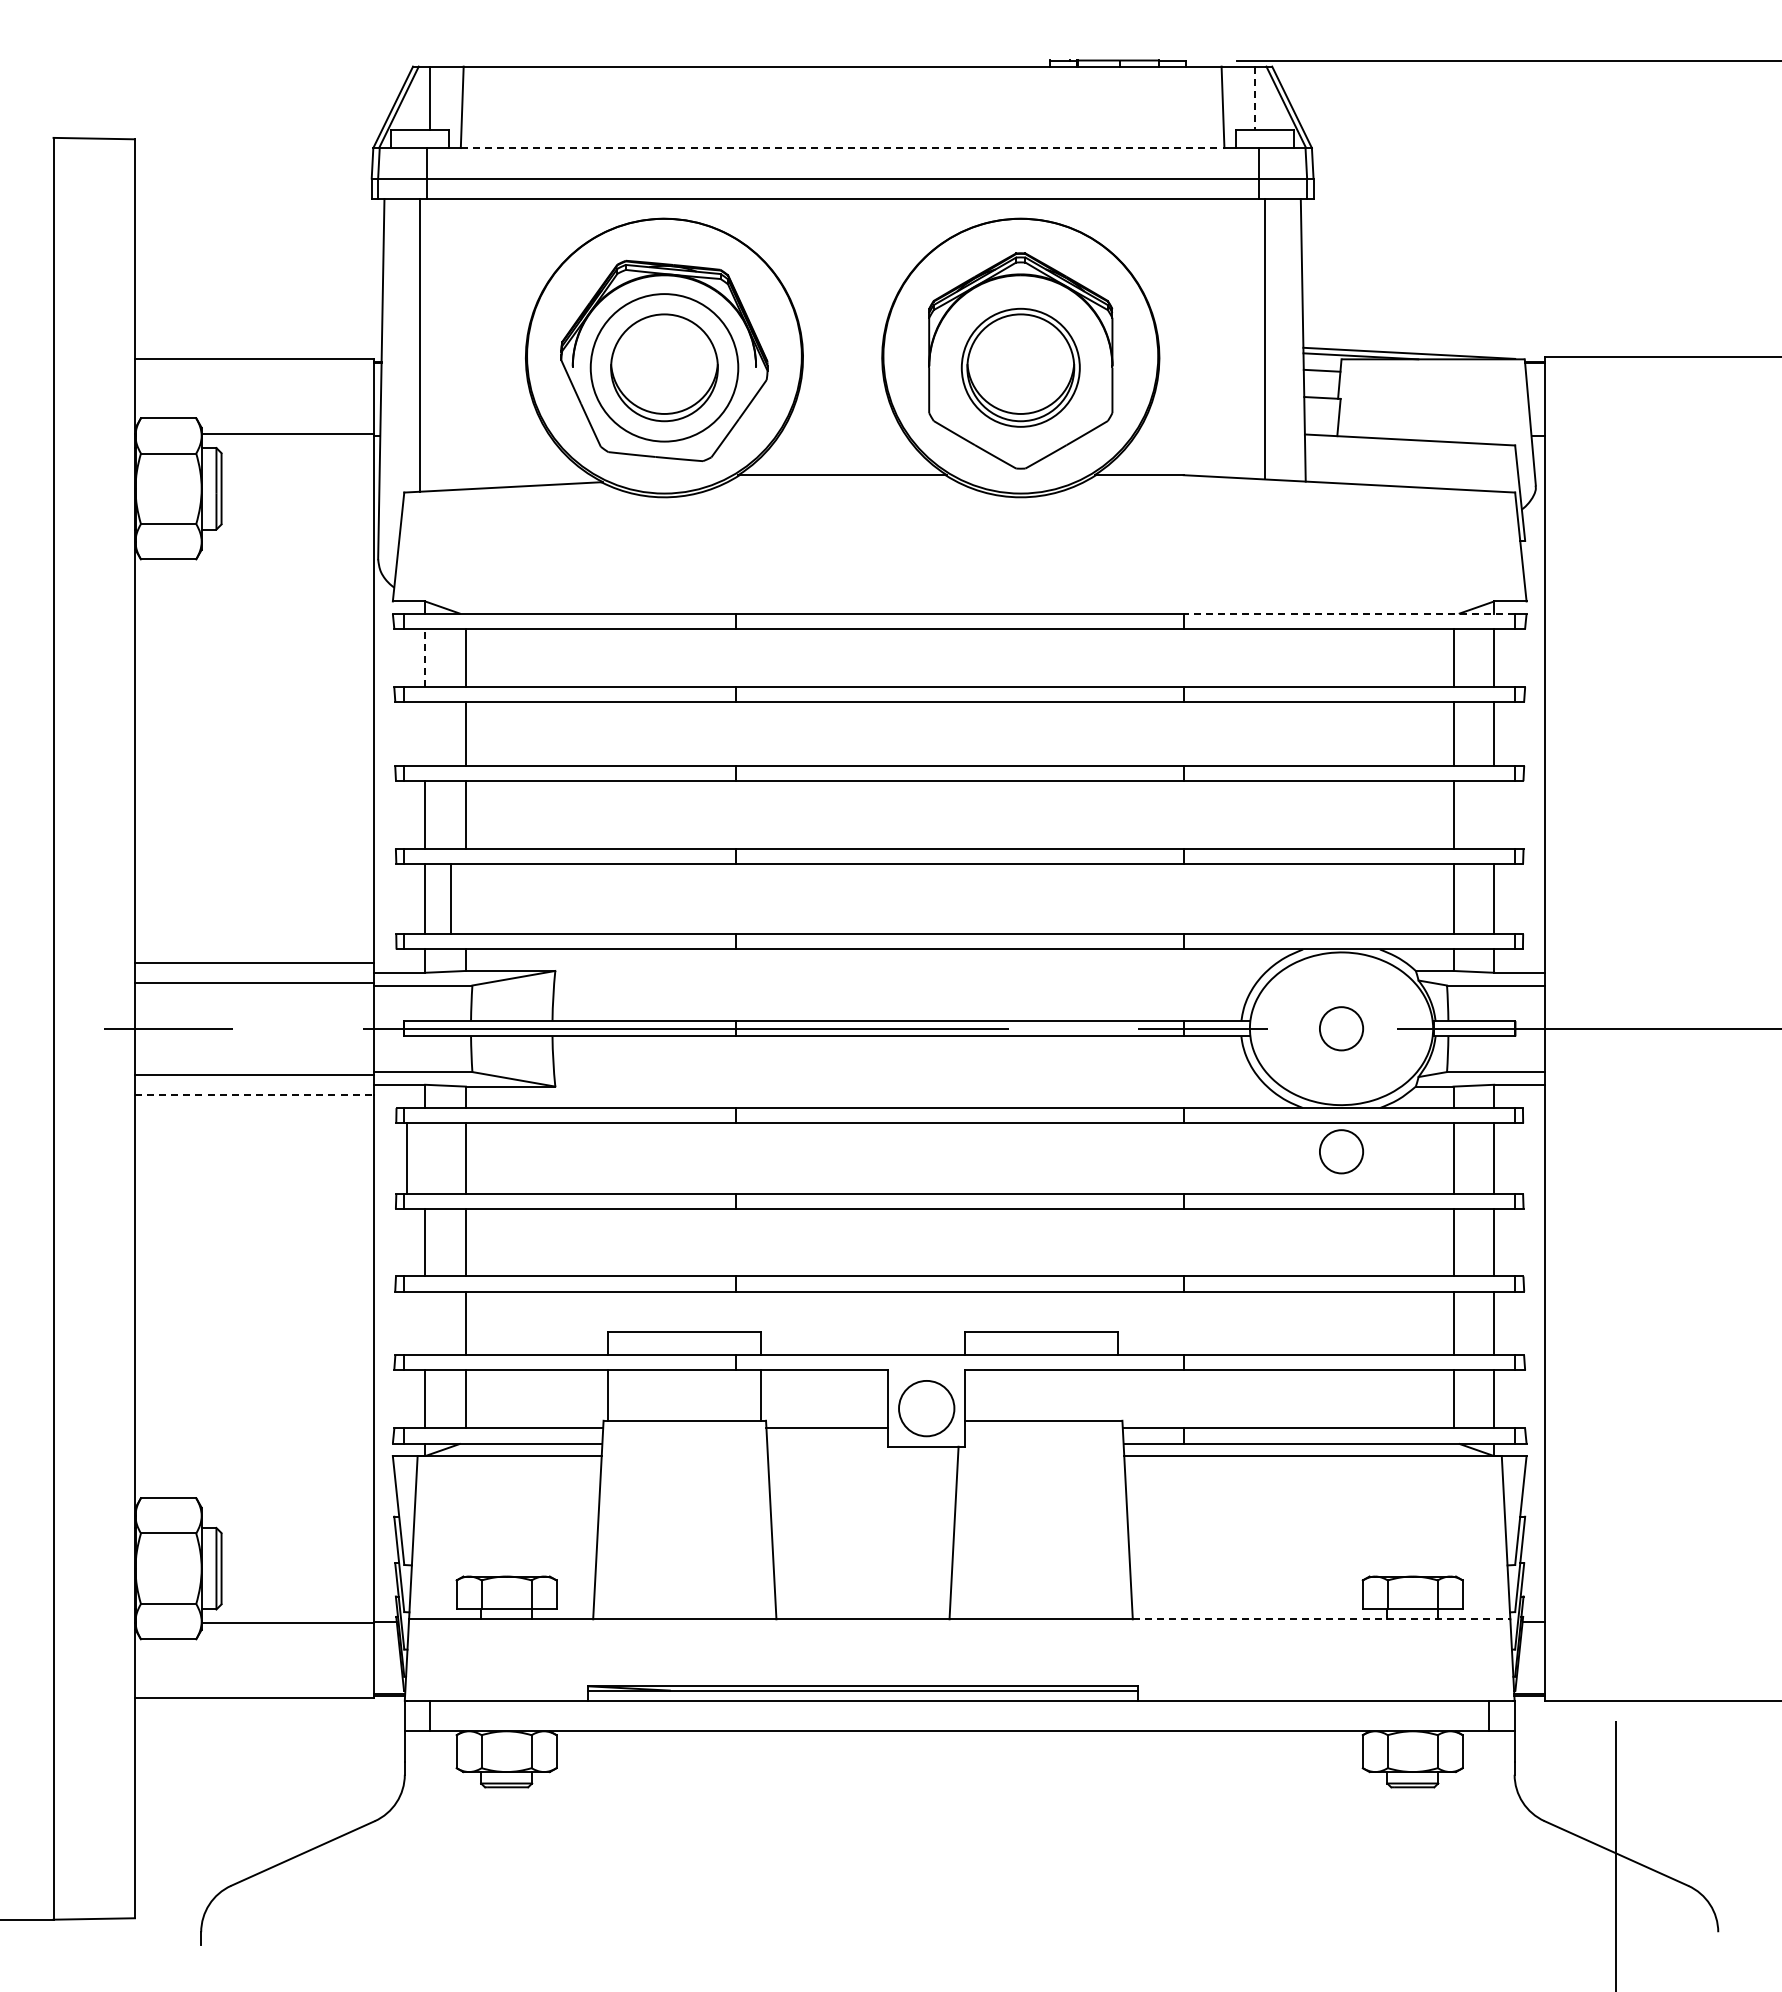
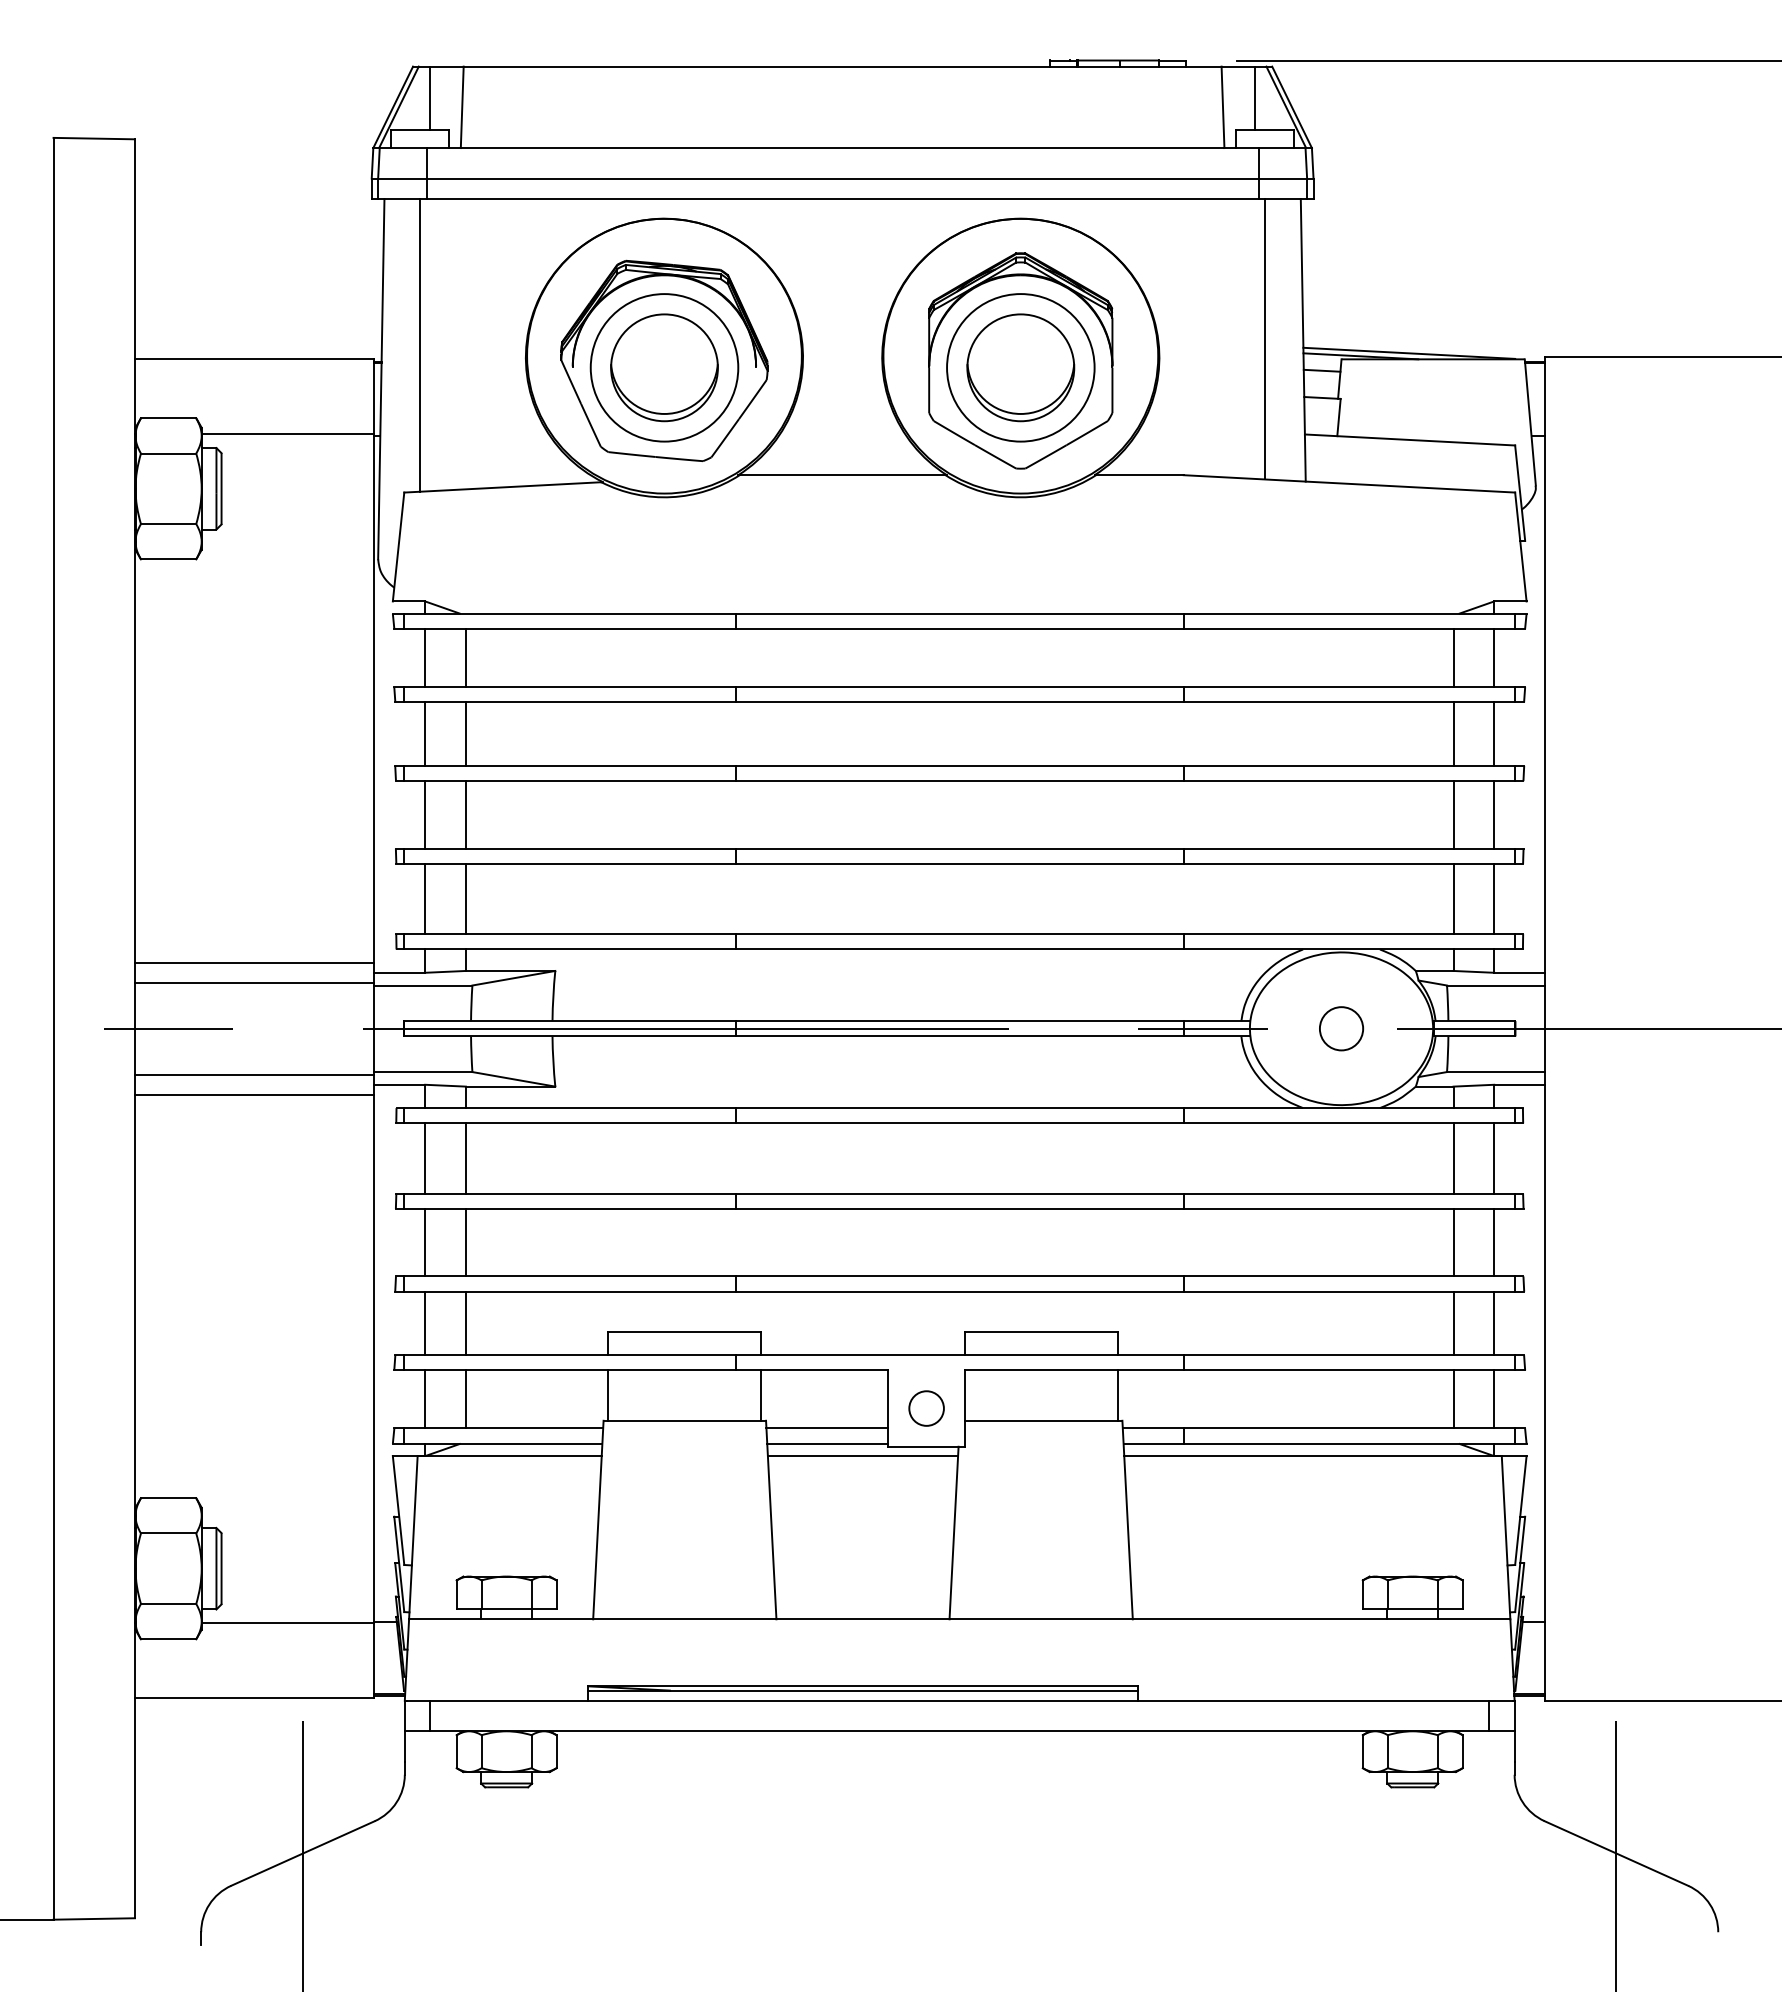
line at (1254, 98): dashed -> solid
line at (842, 148): dashed -> solid
circle at (1020, 367) diameter: 118 px -> 148 px
line at (1349, 613): dashed -> solid
line at (425, 657): dashed -> solid
line at (425, 733): none -> present
line at (1494, 814): none -> present
line at (450, 898) position: (450, 898) -> (465, 898)
line at (254, 1094): dashed -> solid
circle at (1341, 1151): present -> none
line at (407, 1158) position: (407, 1158) -> (425, 1158)
line at (425, 1323): none -> present
line at (1117, 1395): none -> present
circle at (926, 1408) size: 58x58 px -> 37x37 px
line at (827, 1443): none -> present
line at (862, 1456): none -> present
line at (1321, 1619): dashed -> solid
line at (303, 1854): none -> present
